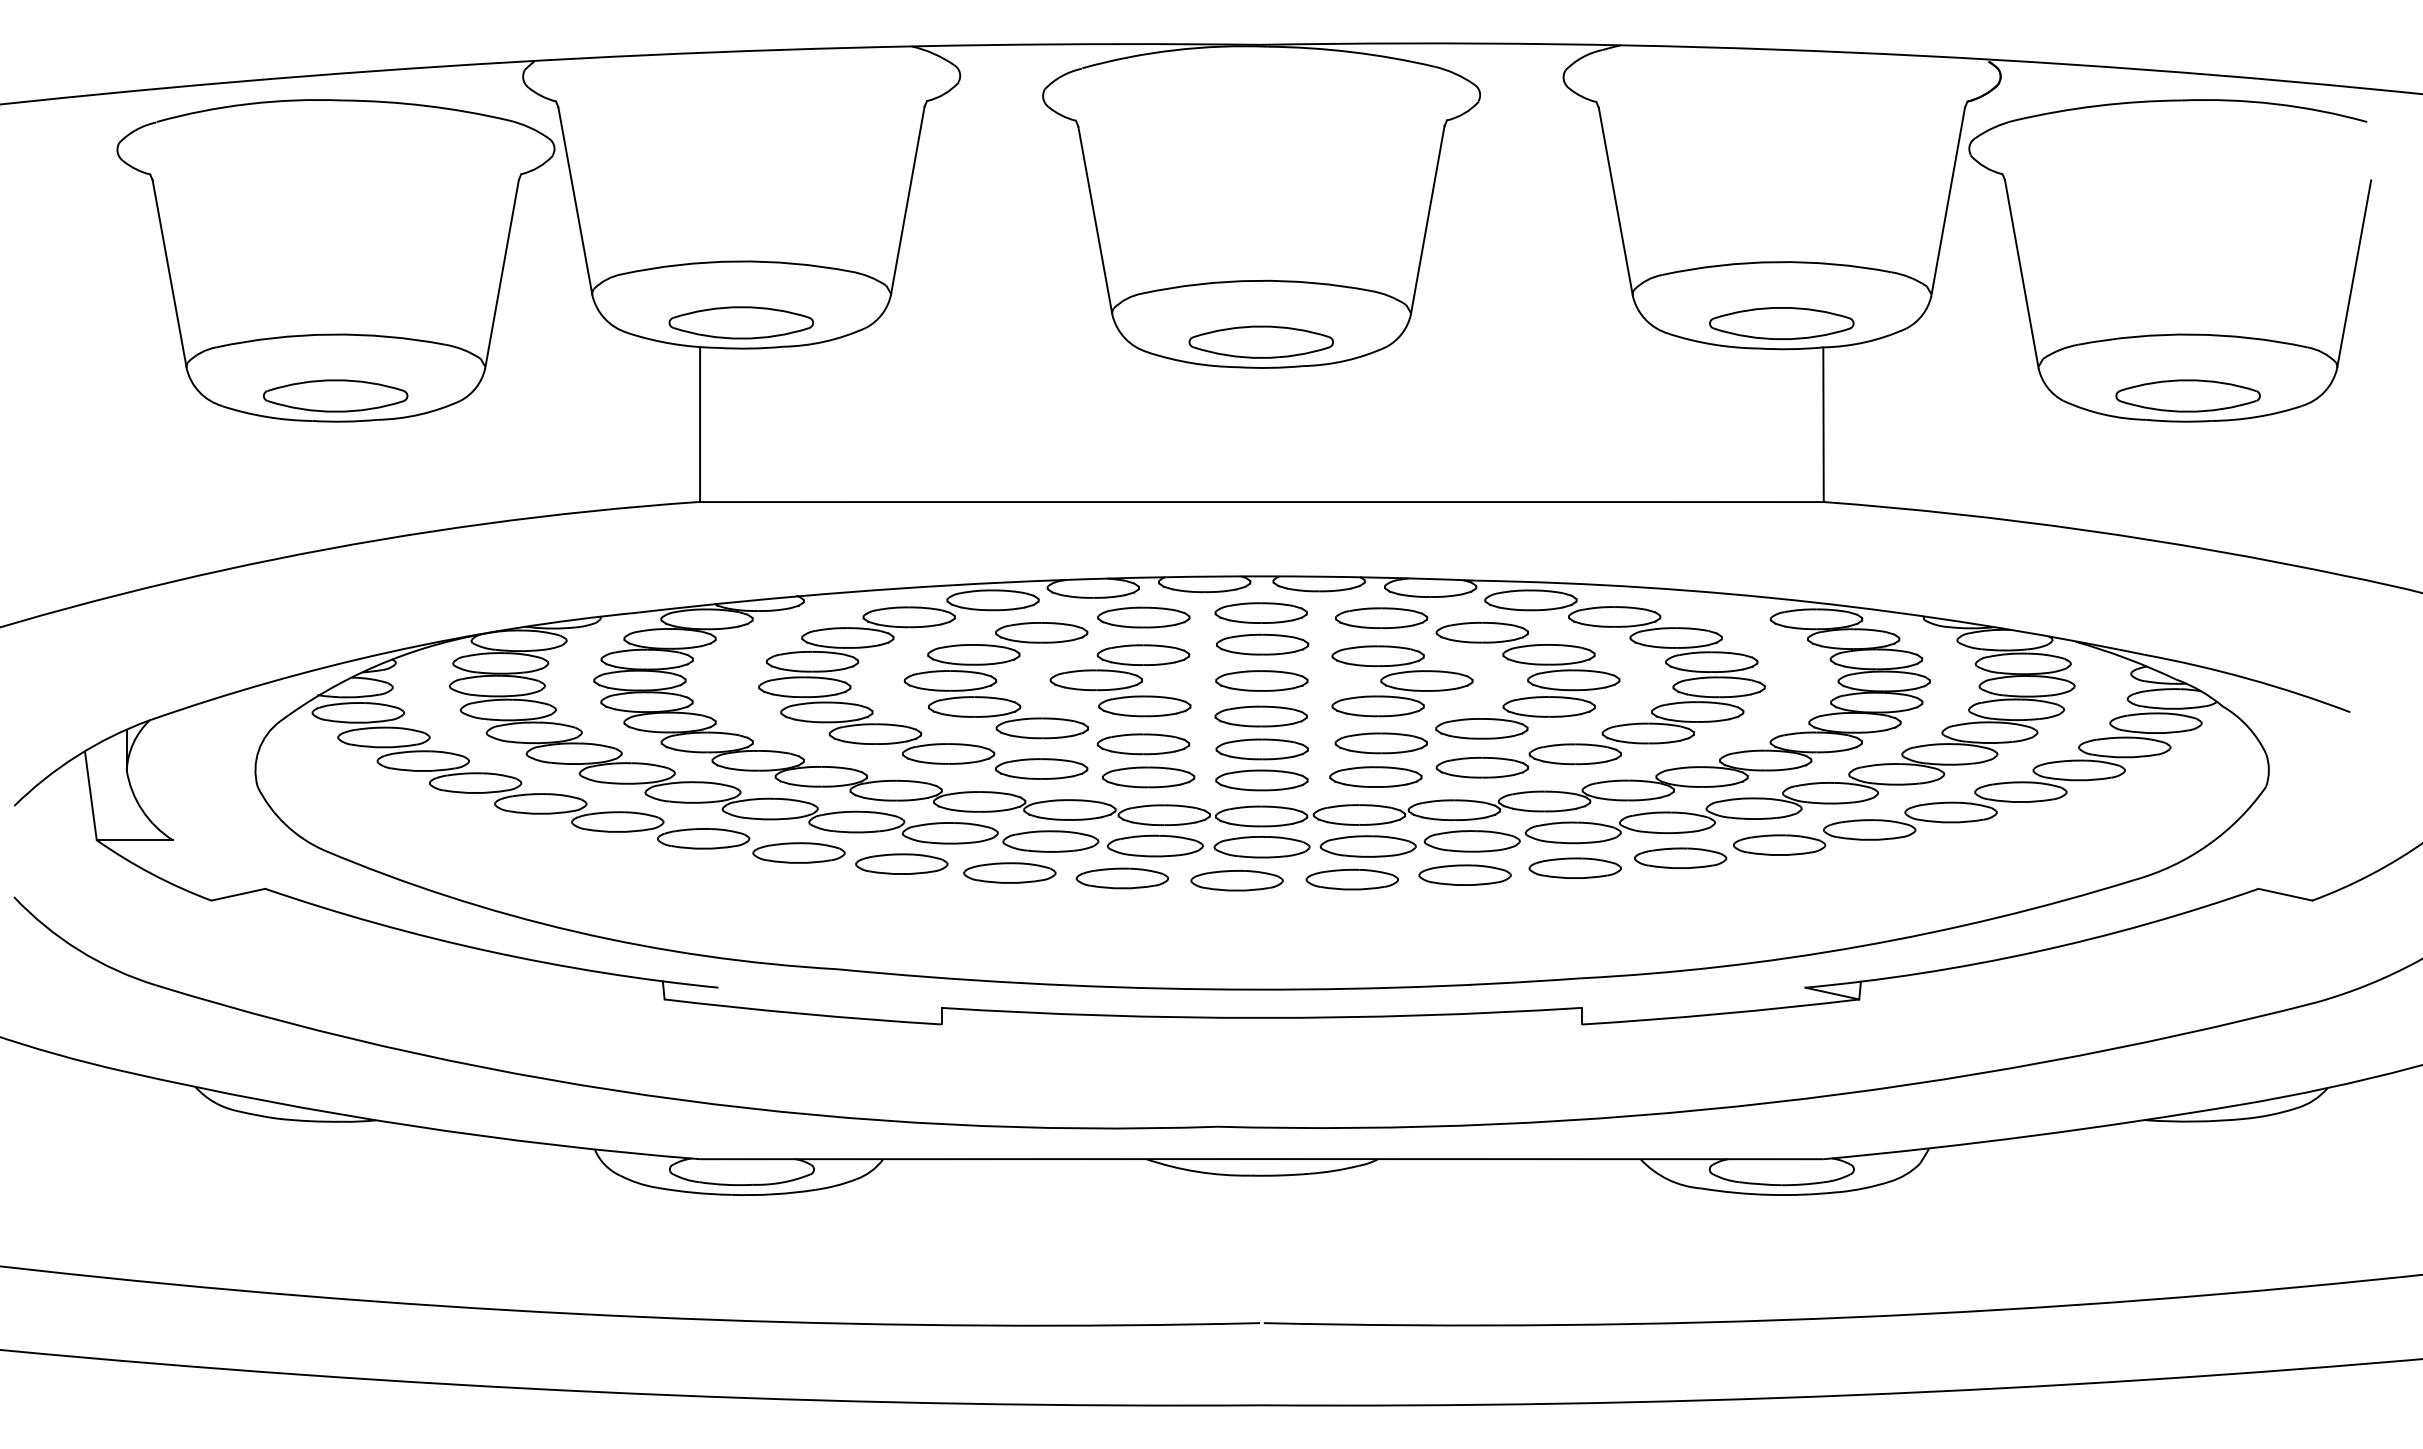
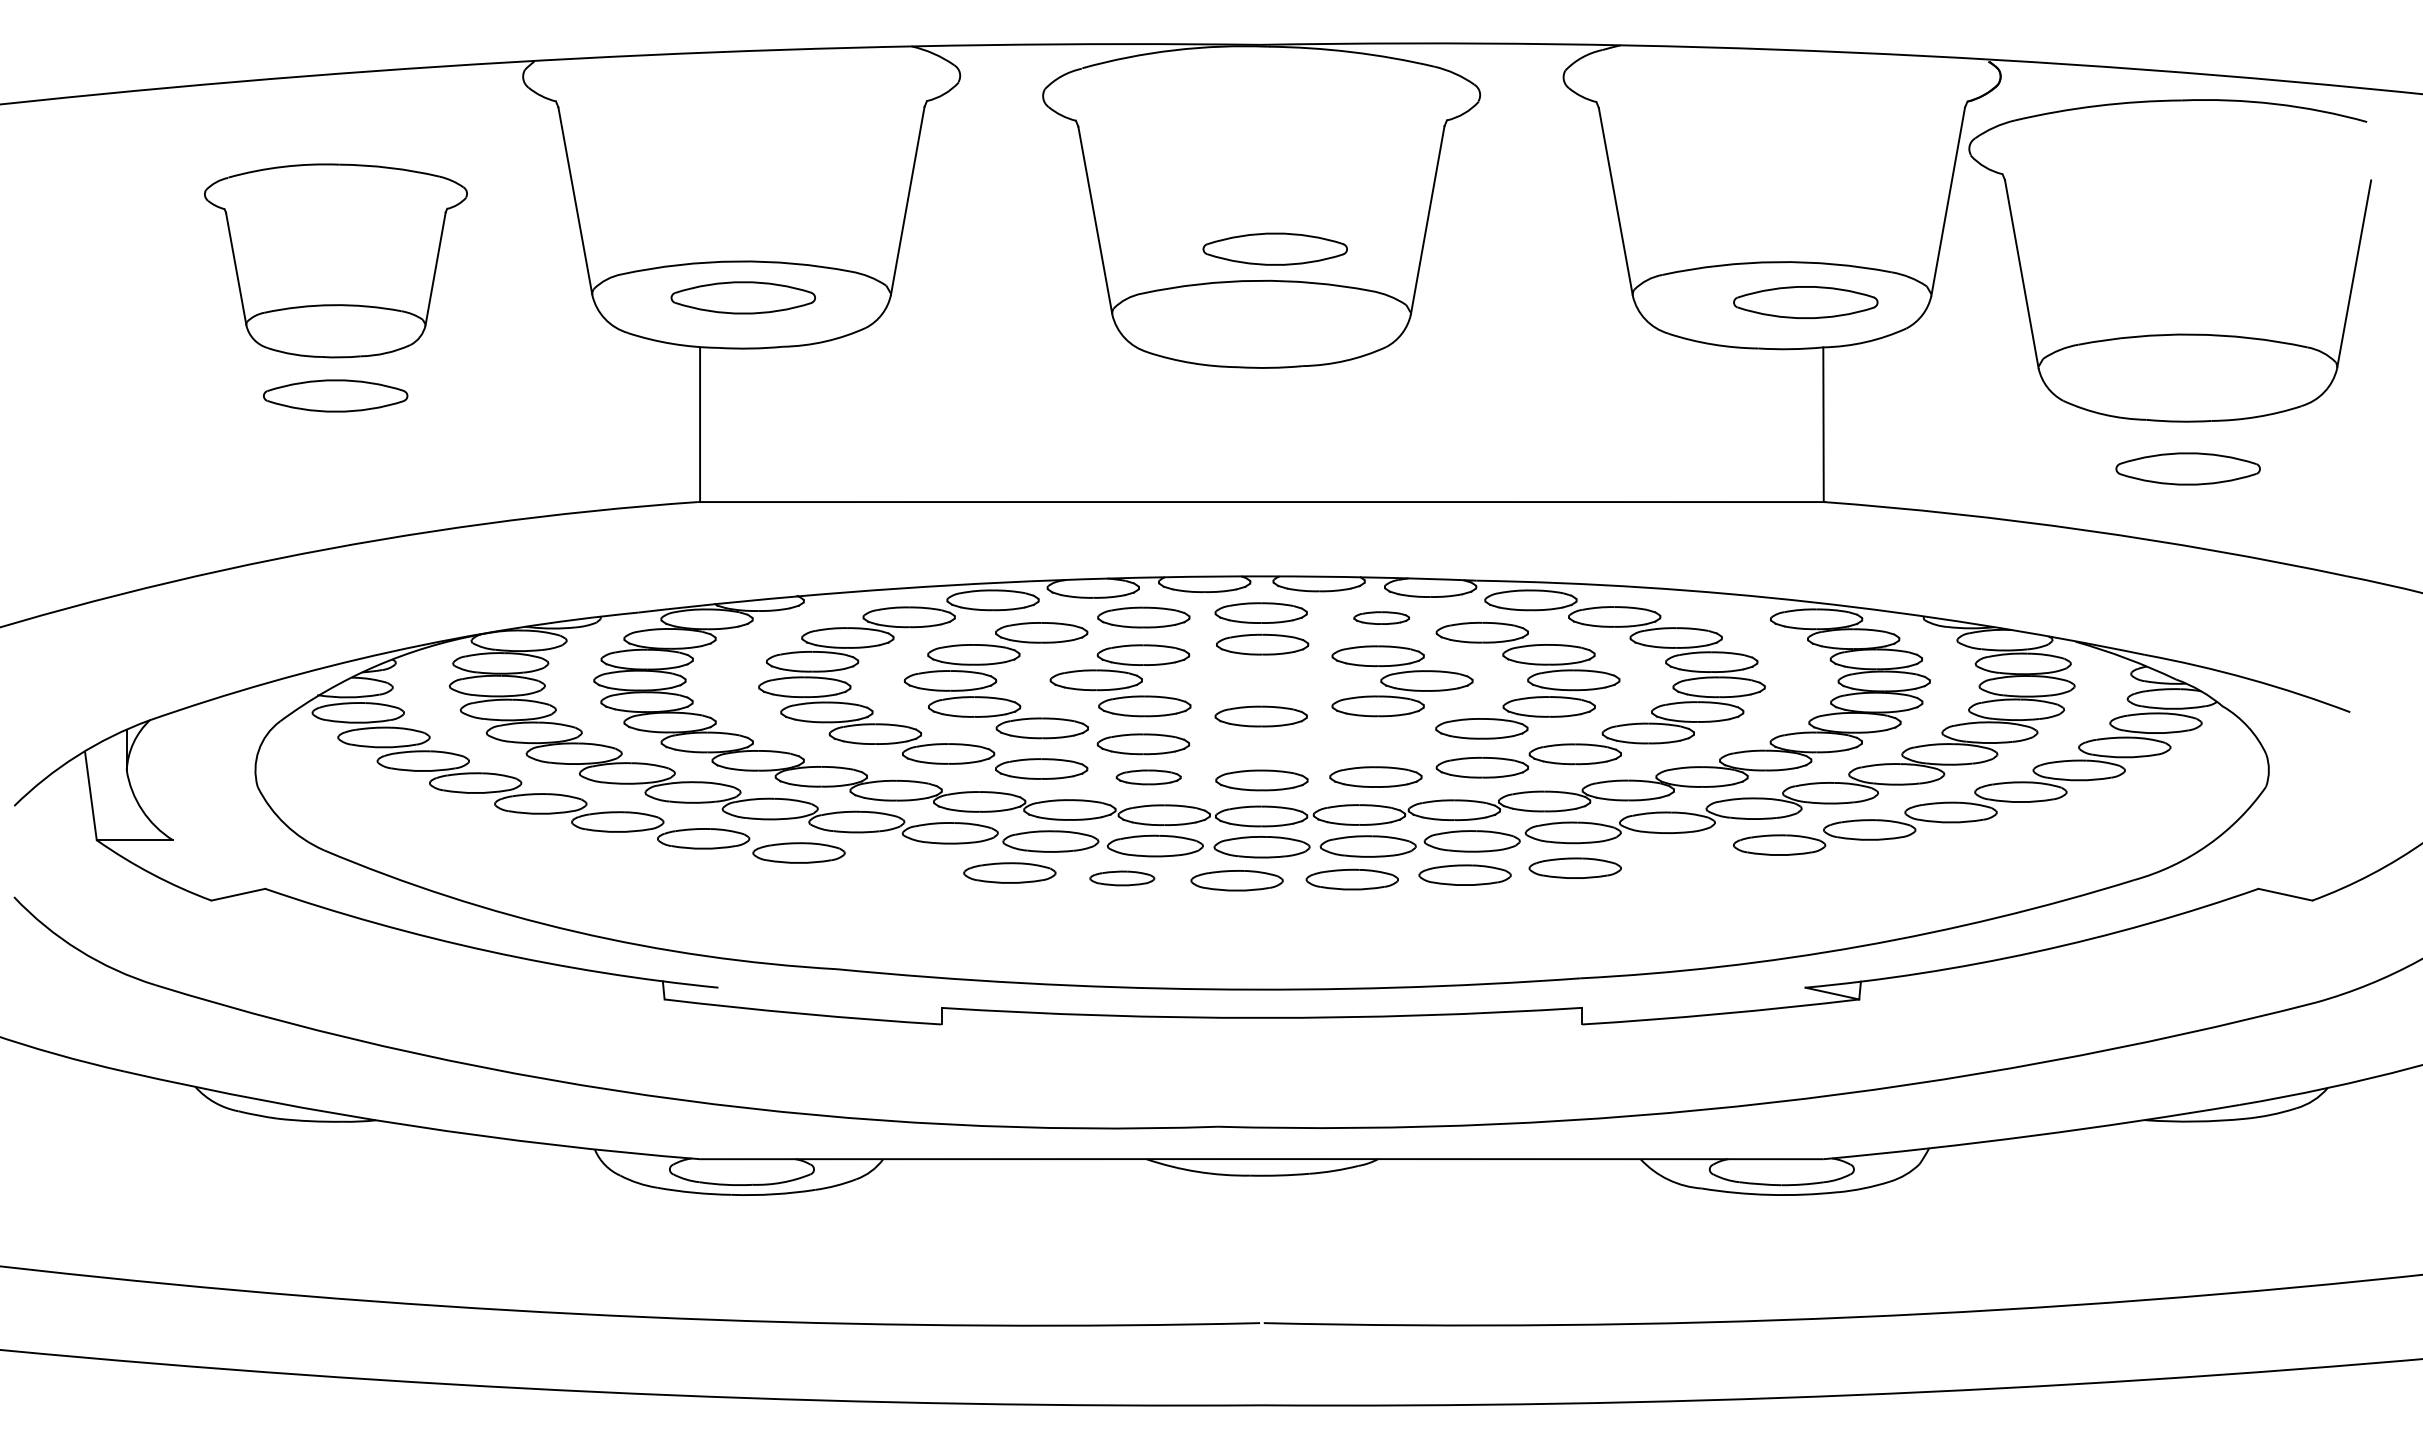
part at (335, 260) size: 440x324 px -> 264x196 px
part at (740, 322) position: (740, 322) -> (742, 297)
part at (1781, 323) position: (1781, 323) -> (1805, 302)
part at (1260, 341) position: (1260, 341) -> (1274, 248)
part at (2187, 395) position: (2187, 395) -> (2187, 468)
part at (1381, 617) size: 94x22 px -> 58x14 px
part at (1261, 680): present -> none
part at (1380, 743): present -> none
part at (1261, 749): present -> none
part at (1148, 777) size: 94x23 px -> 67x17 px
part at (1680, 857): present -> none
part at (901, 863): present -> none
part at (1121, 878) size: 94x23 px -> 67x17 px
